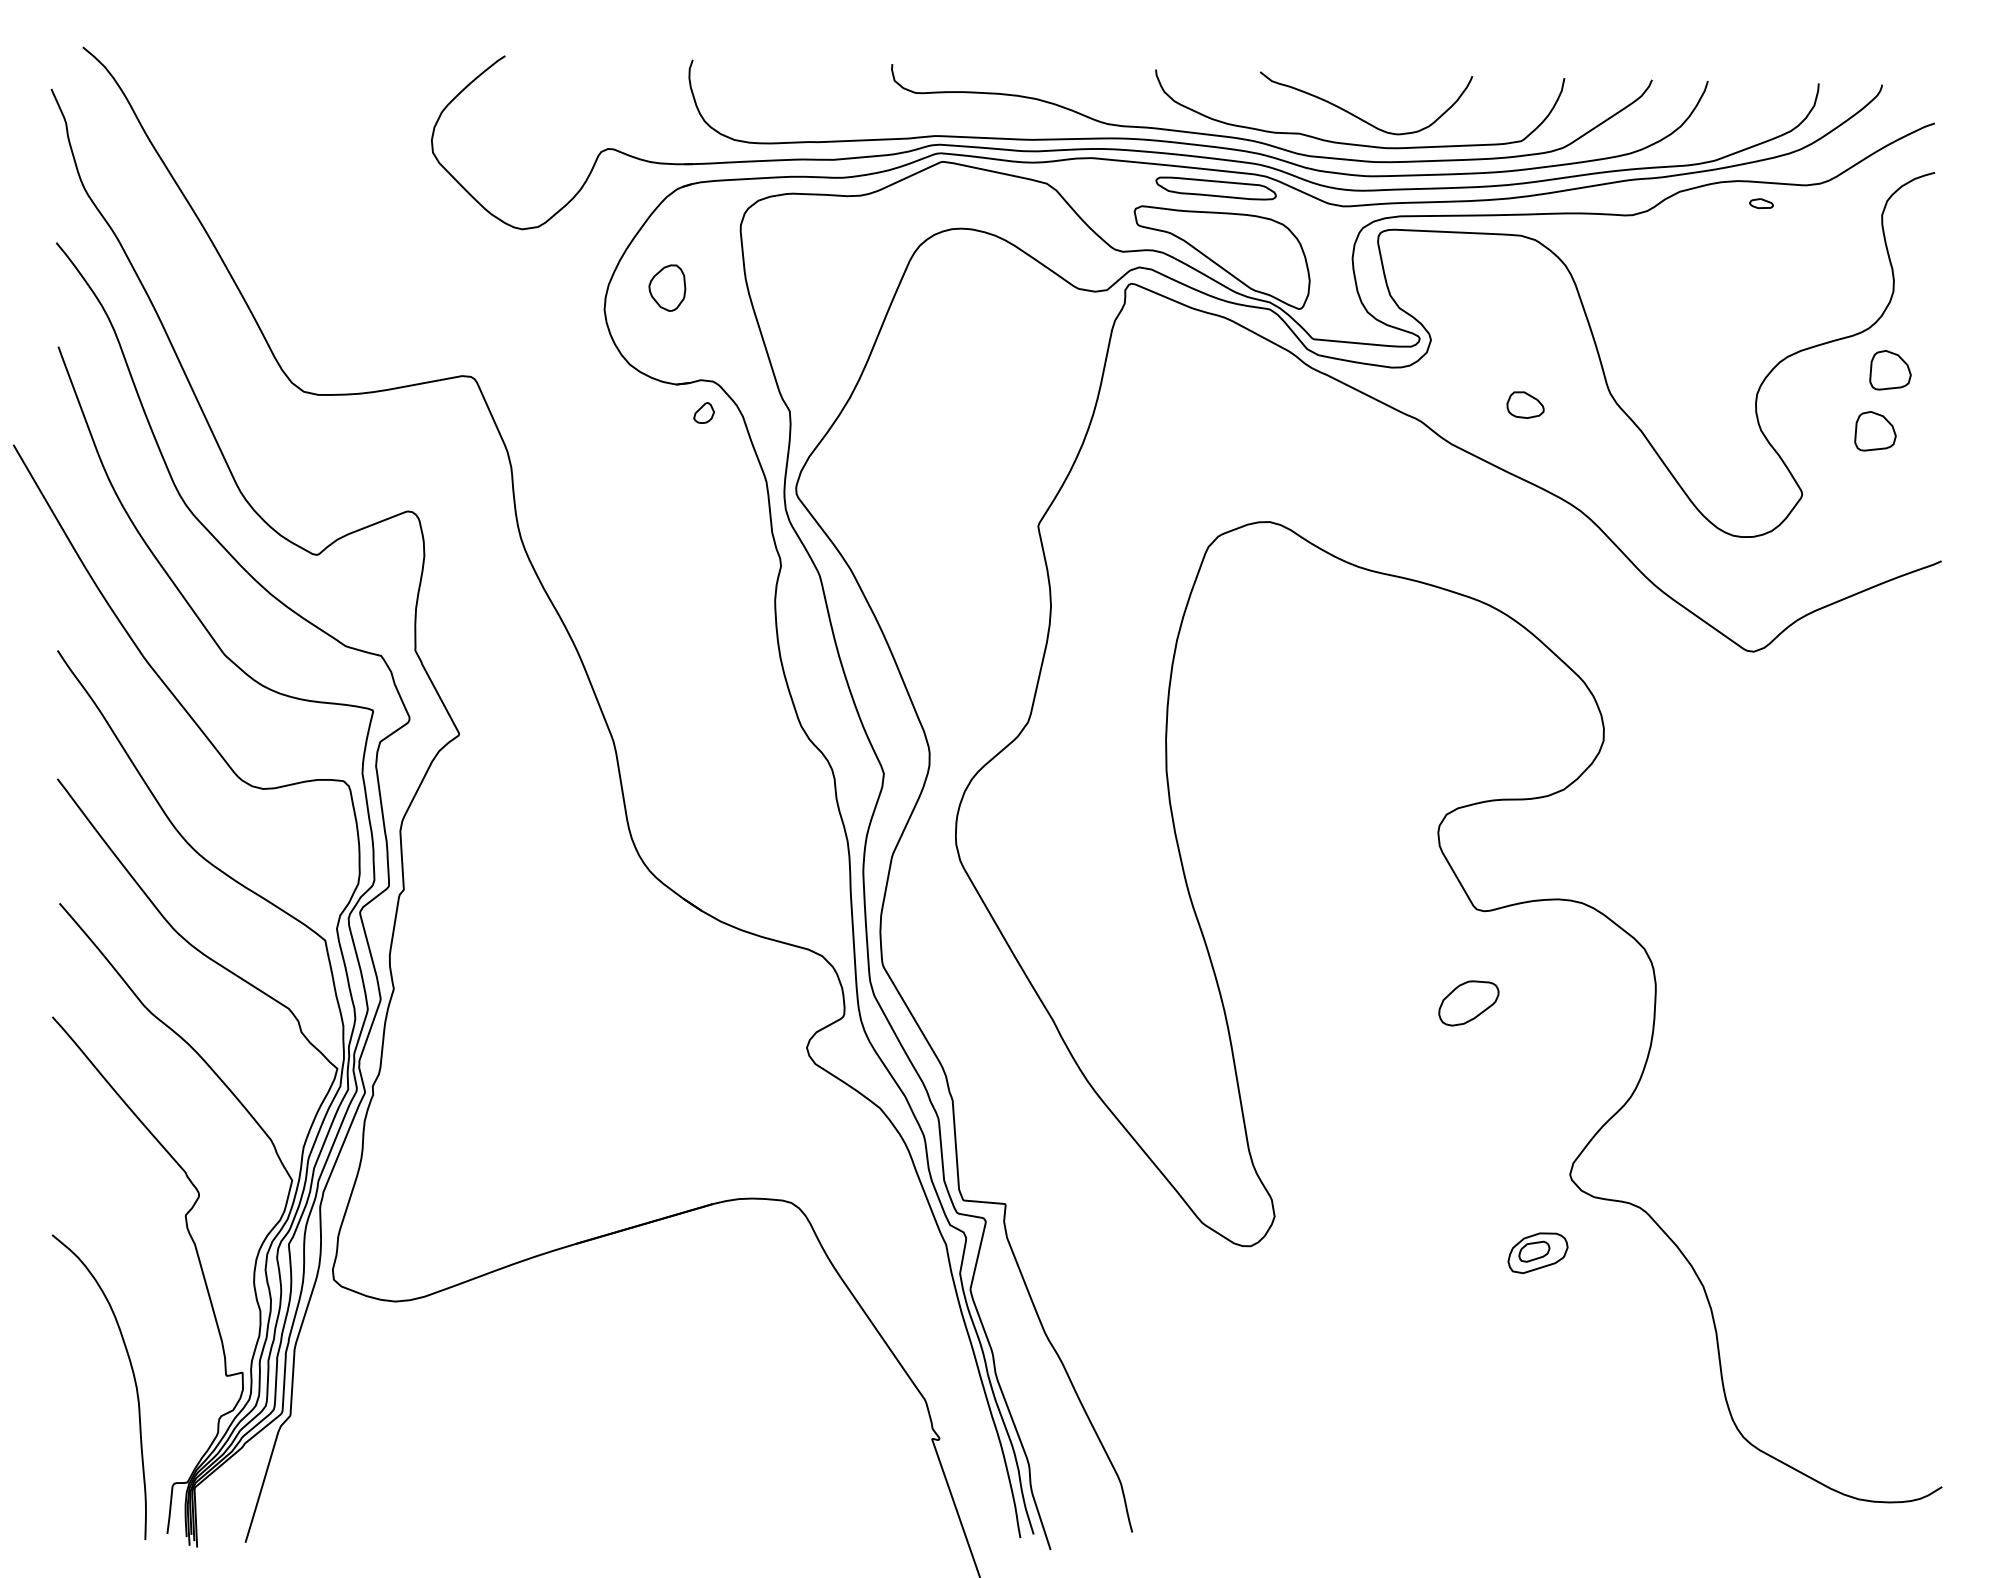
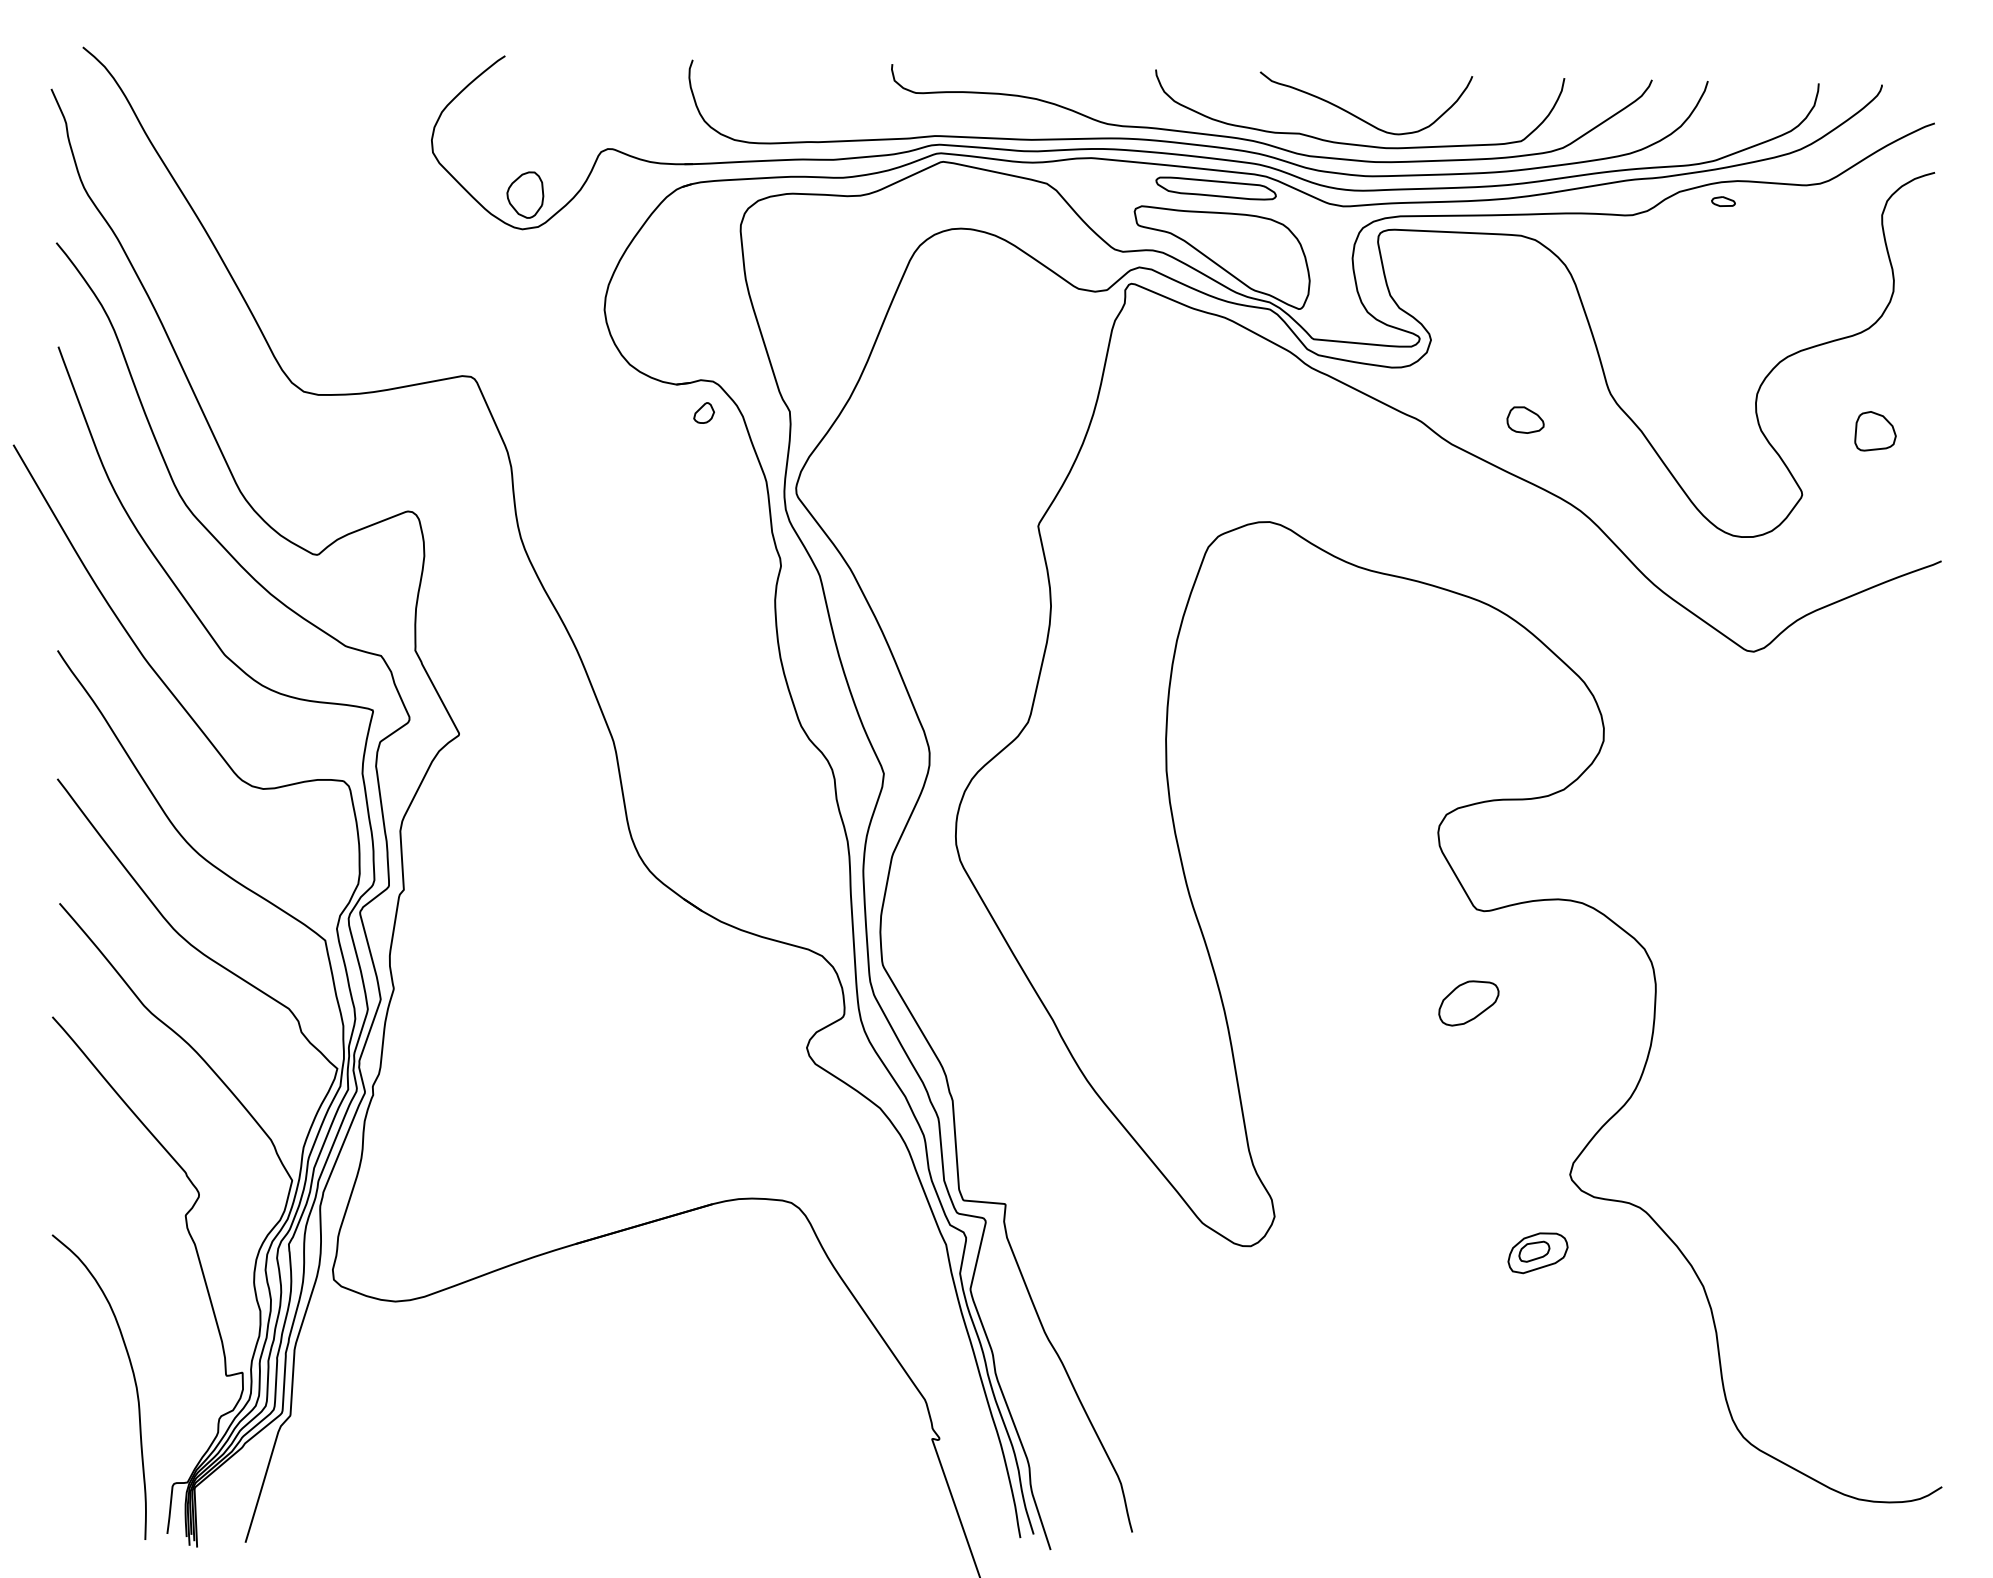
part at (1761, 203) position: (1761, 203) -> (1723, 201)
part at (667, 287) position: (667, 287) -> (525, 194)
part at (1890, 370): present -> none
part at (1525, 404) position: (1525, 404) -> (1525, 419)
